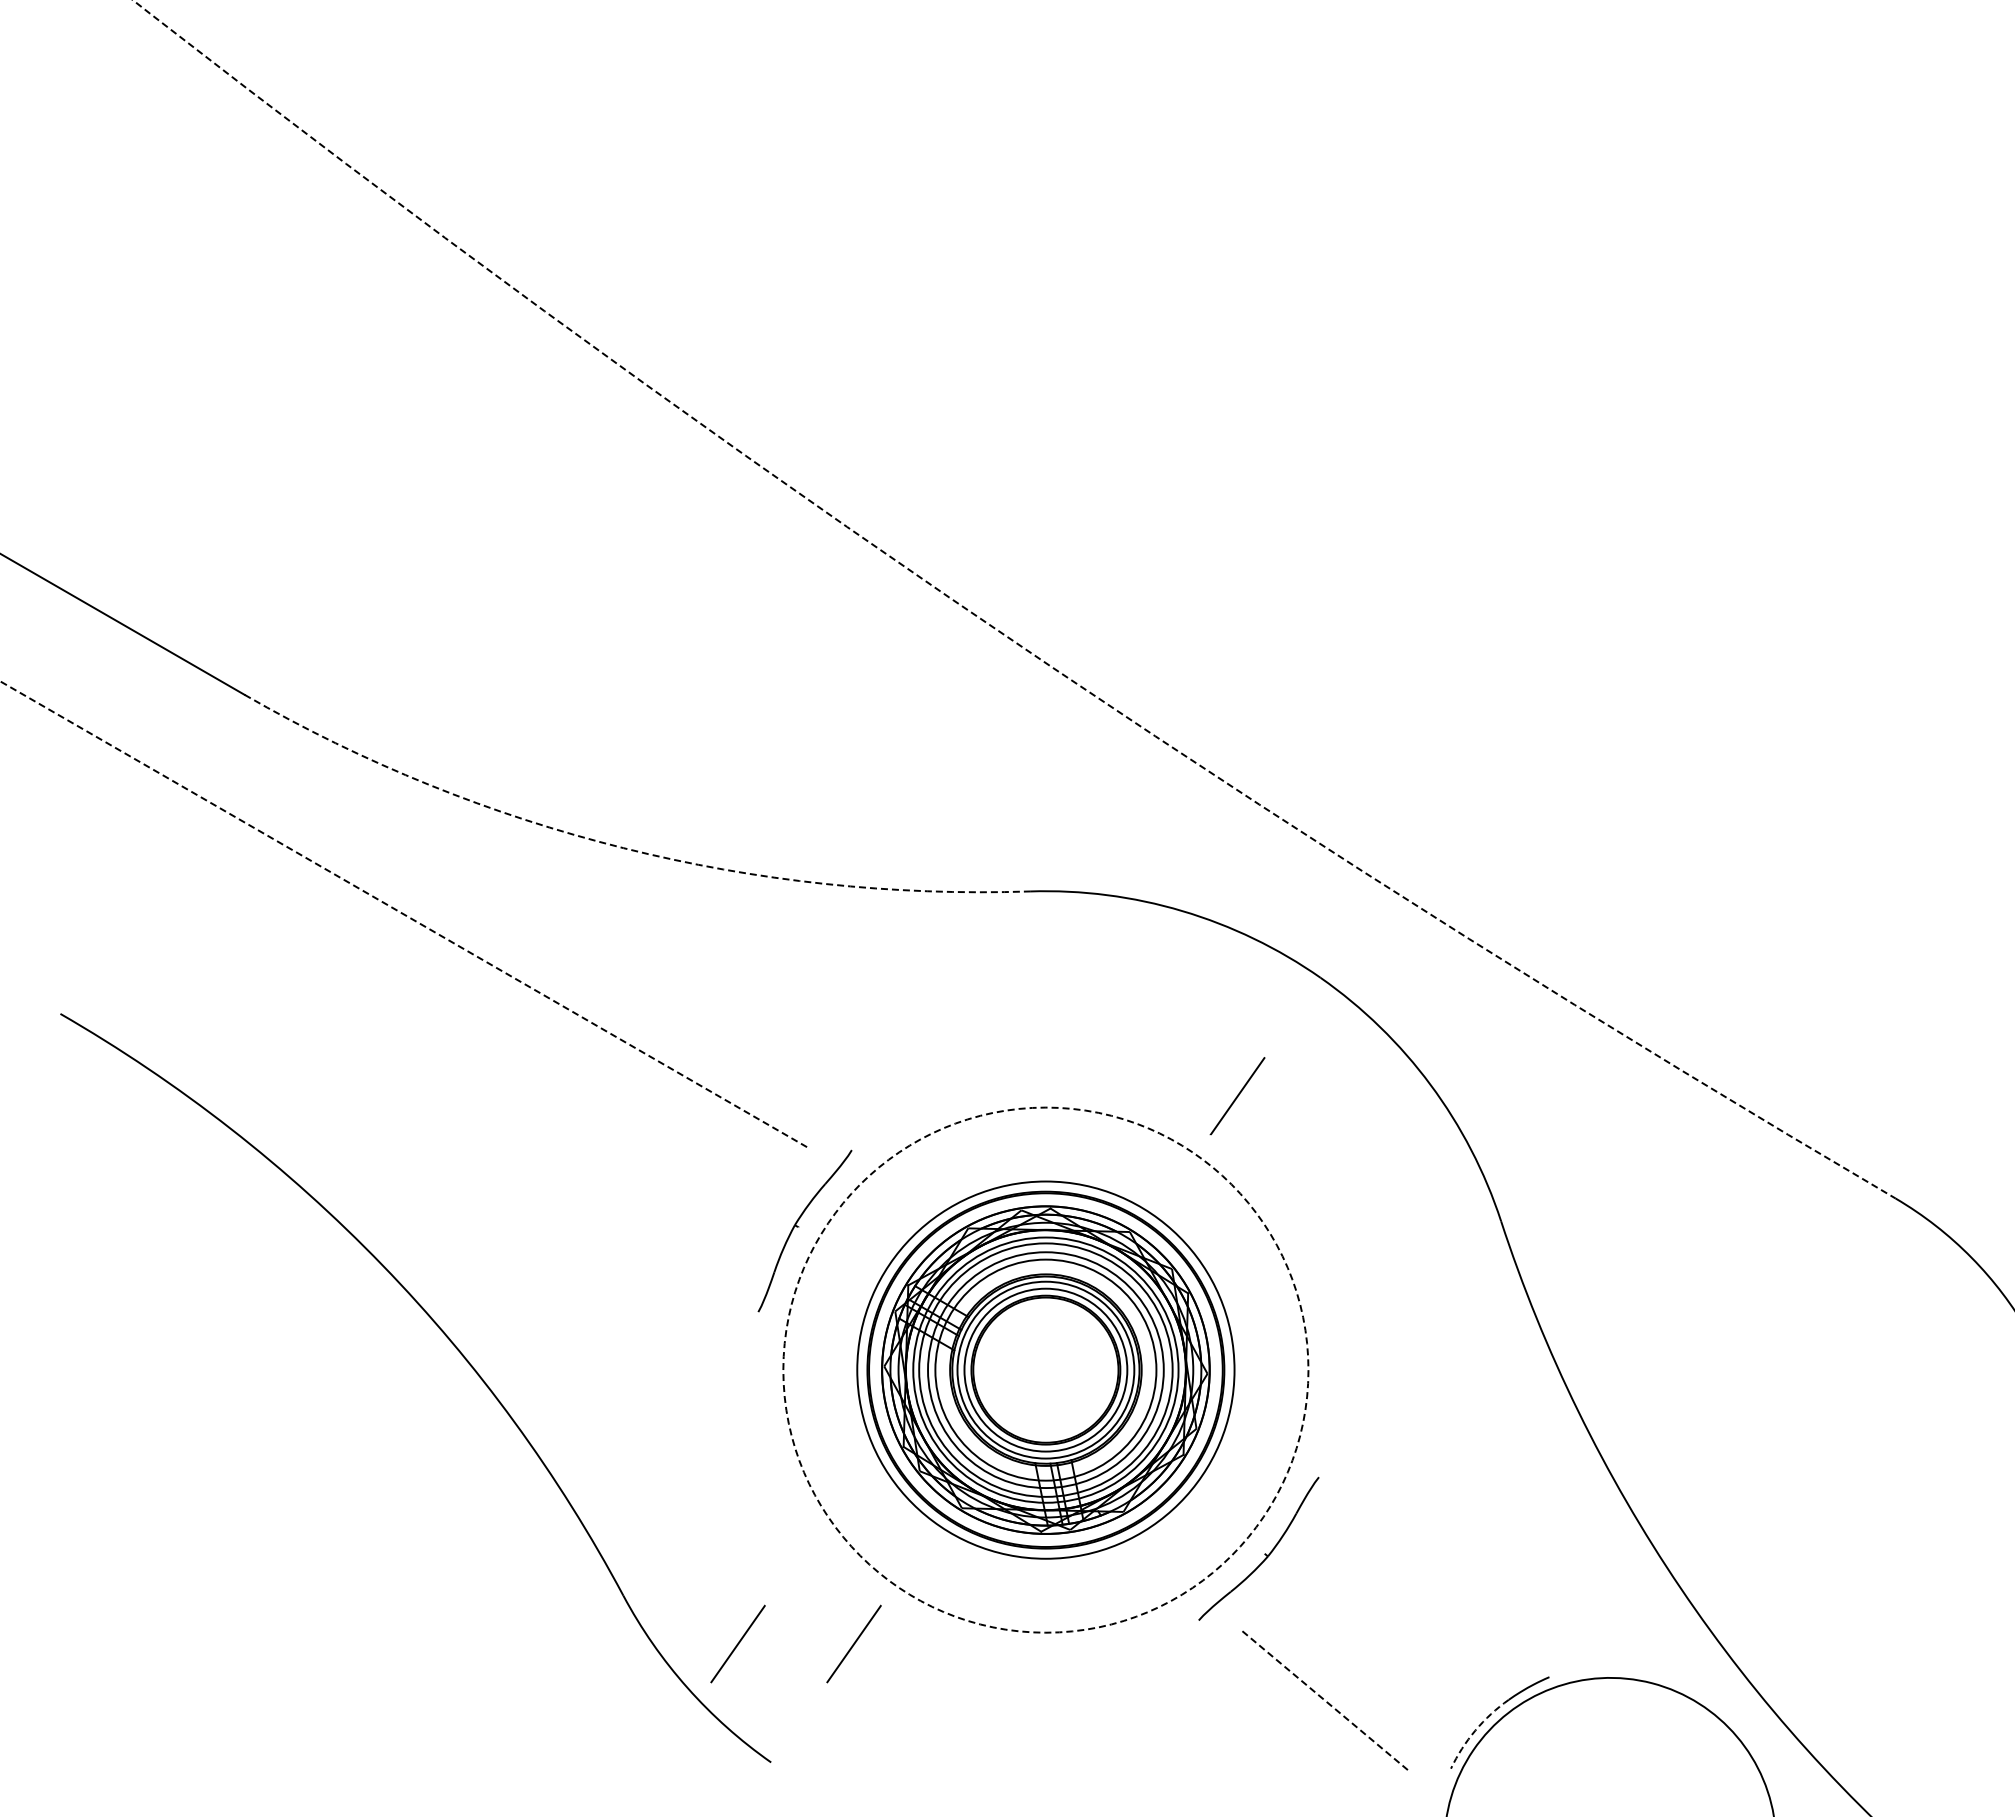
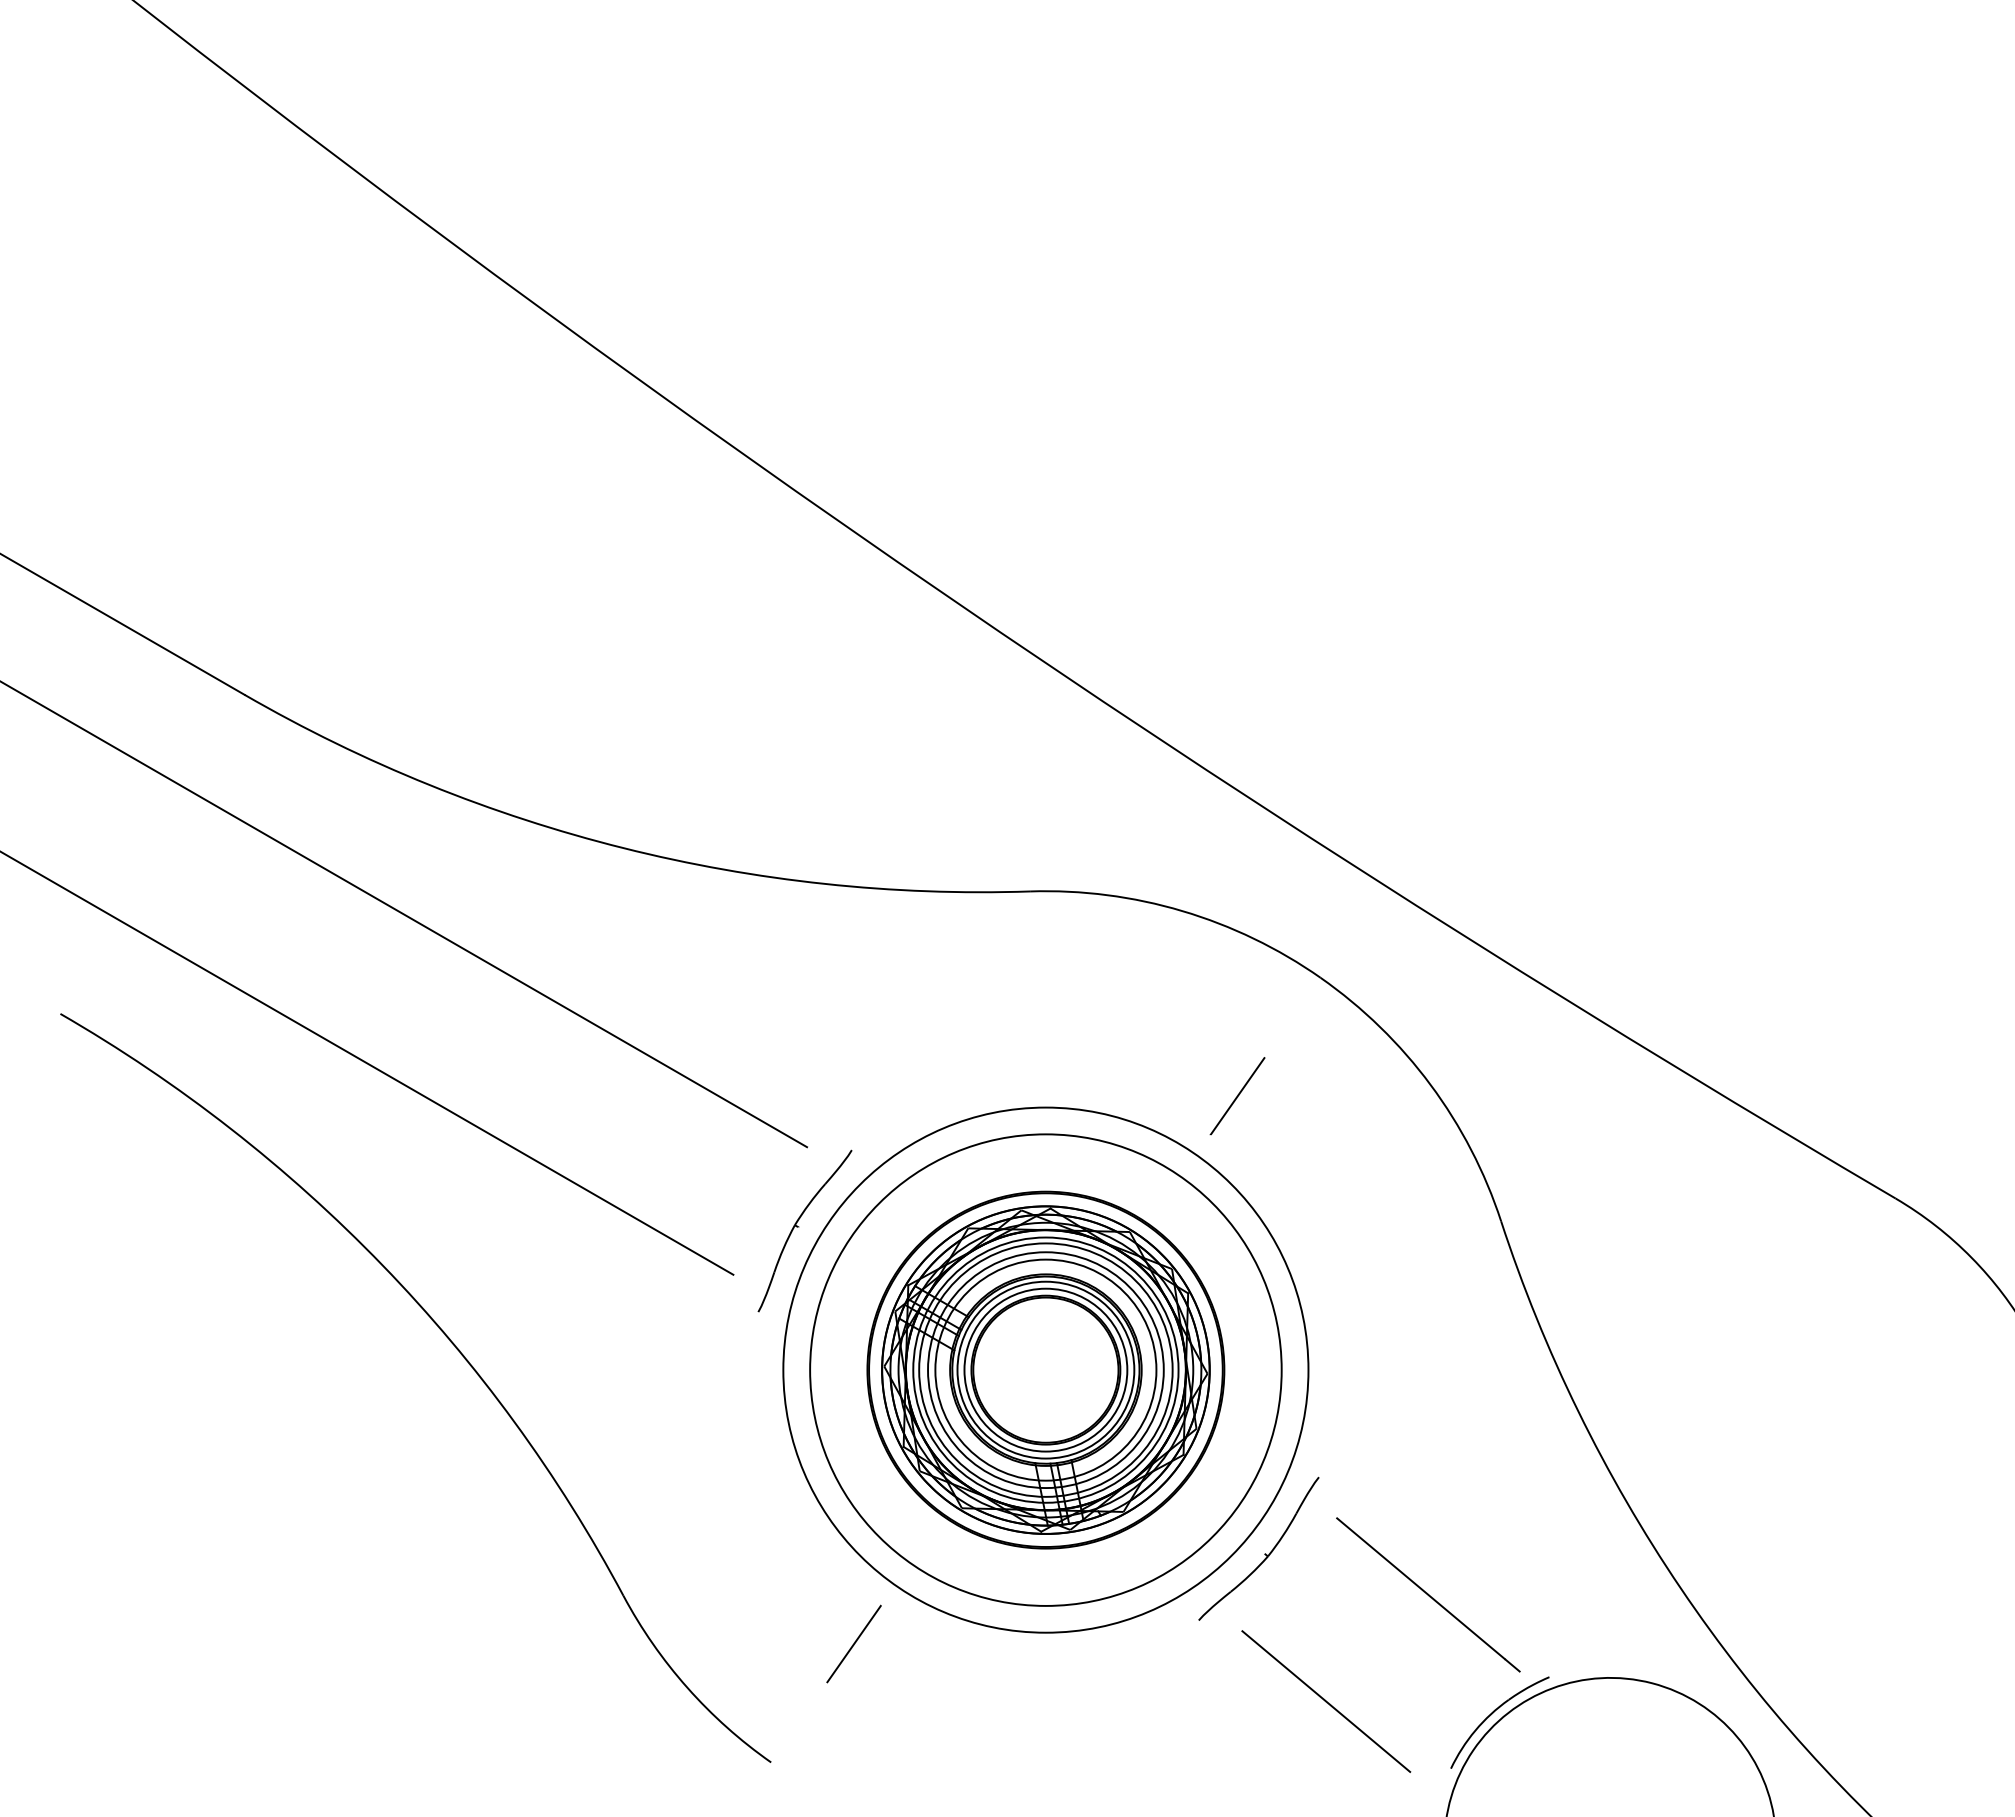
arc at (994, 628): dashed -> solid
arc at (623, 848): dashed -> solid
line at (403, 914): dashed -> solid
line at (367, 1063): none -> present
circle at (1045, 1369) diameter: 377 px -> 472 px
circle at (1045, 1369): dashed -> solid
line at (1428, 1594): none -> present
line at (737, 1643): present -> none
line at (1326, 1701): dashed -> solid
arc at (1475, 1730): dashed -> solid
